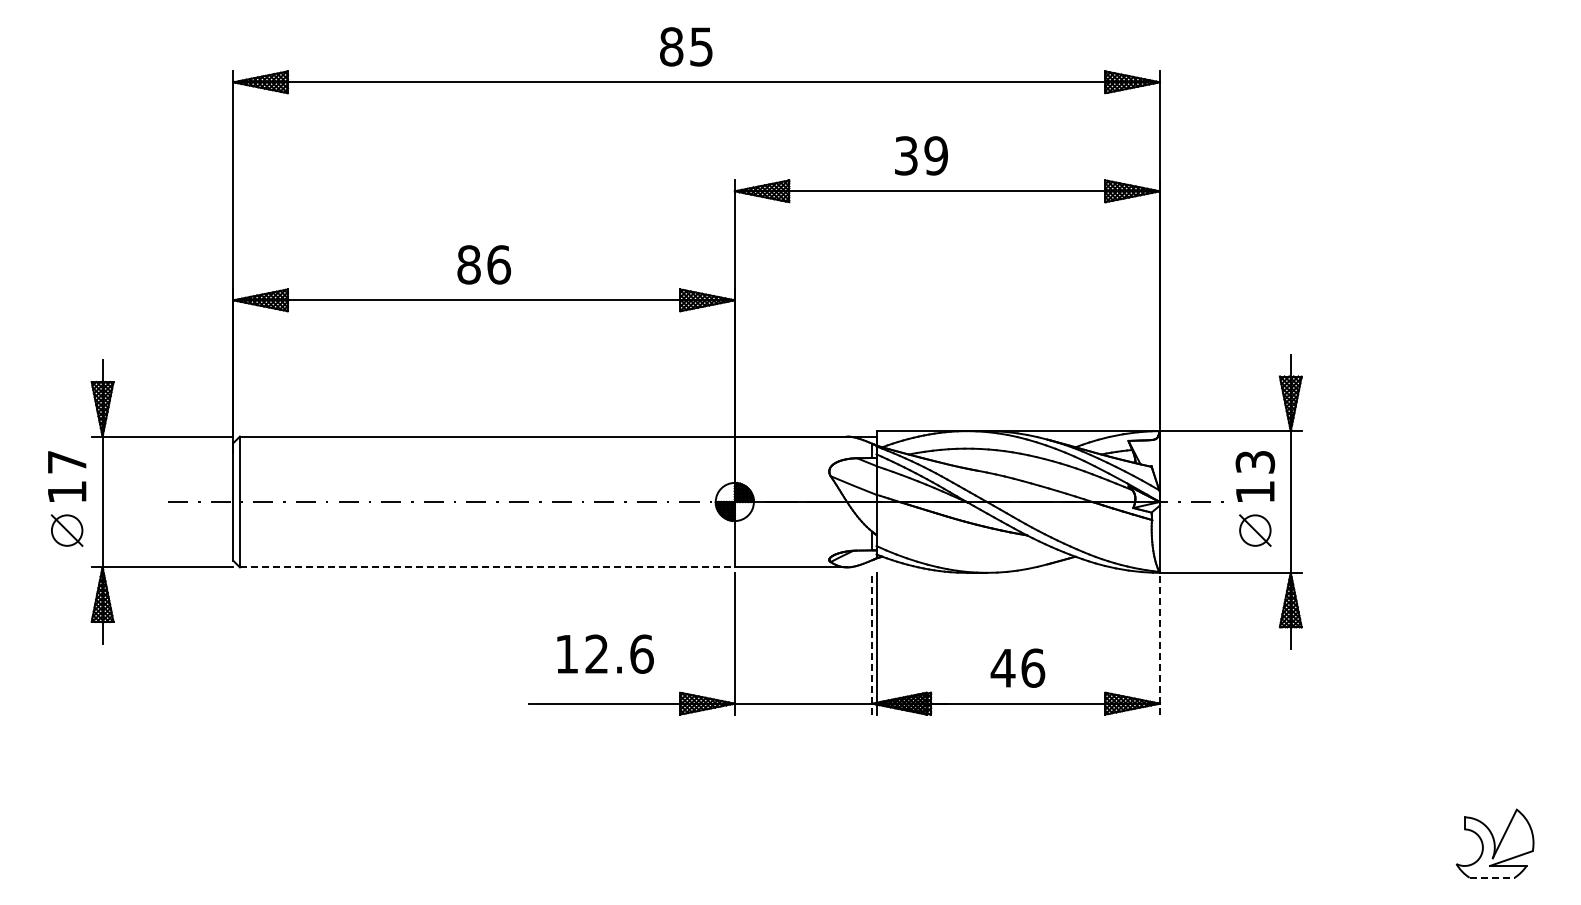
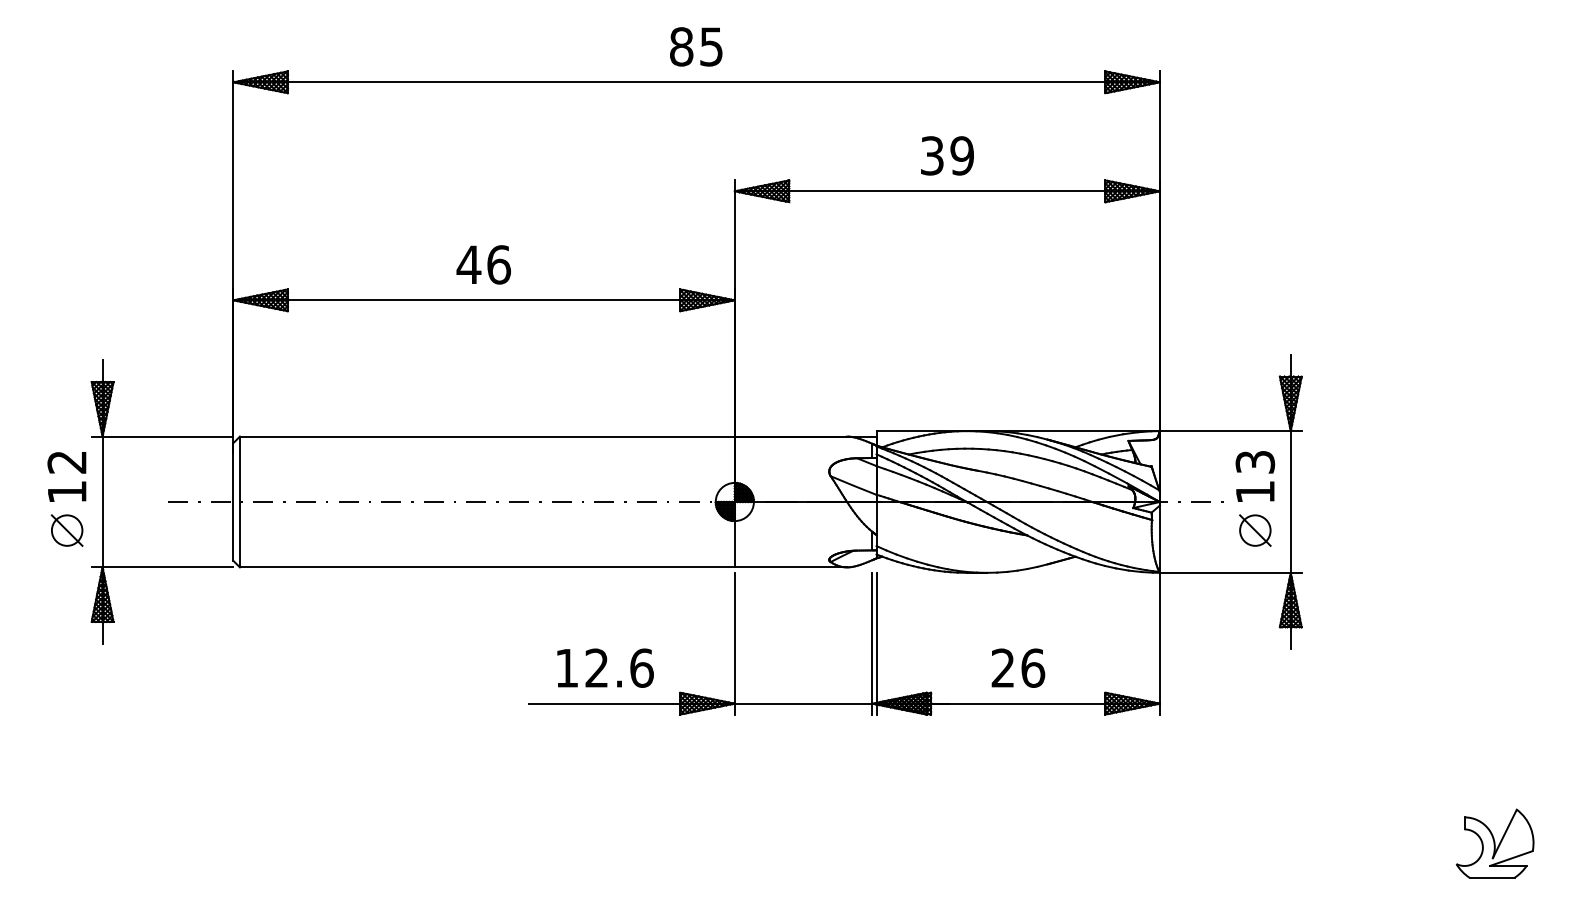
text at (686, 46) position: (686, 46) -> (696, 46)
text at (921, 155) position: (921, 155) -> (947, 155)
text at (468, 264): 86 -> 46
text at (66, 462): 17 -> 12
line at (487, 567): dashed -> solid
line at (872, 643): dashed -> solid
line at (1159, 643): dashed -> solid
text at (605, 653) position: (605, 653) -> (605, 667)
text at (1002, 667): 46 -> 26
line at (1492, 877): dashed -> solid
